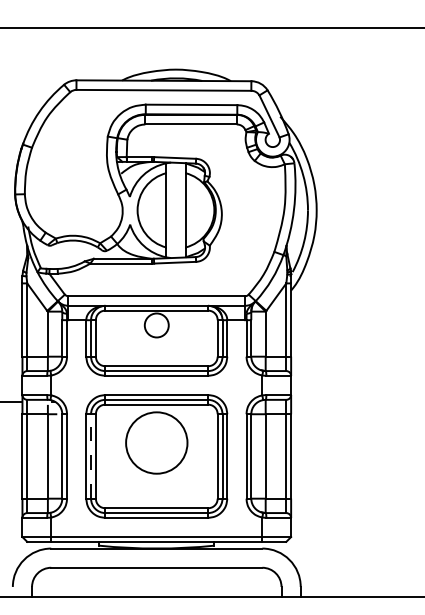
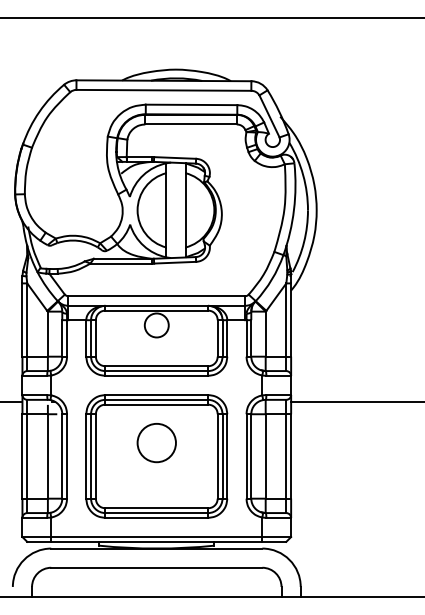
line at (211, 28) position: (211, 28) -> (211, 18)
line at (356, 402): none -> present
circle at (156, 442) diameter: 61 px -> 38 px
line at (91, 455): dashed -> solid
